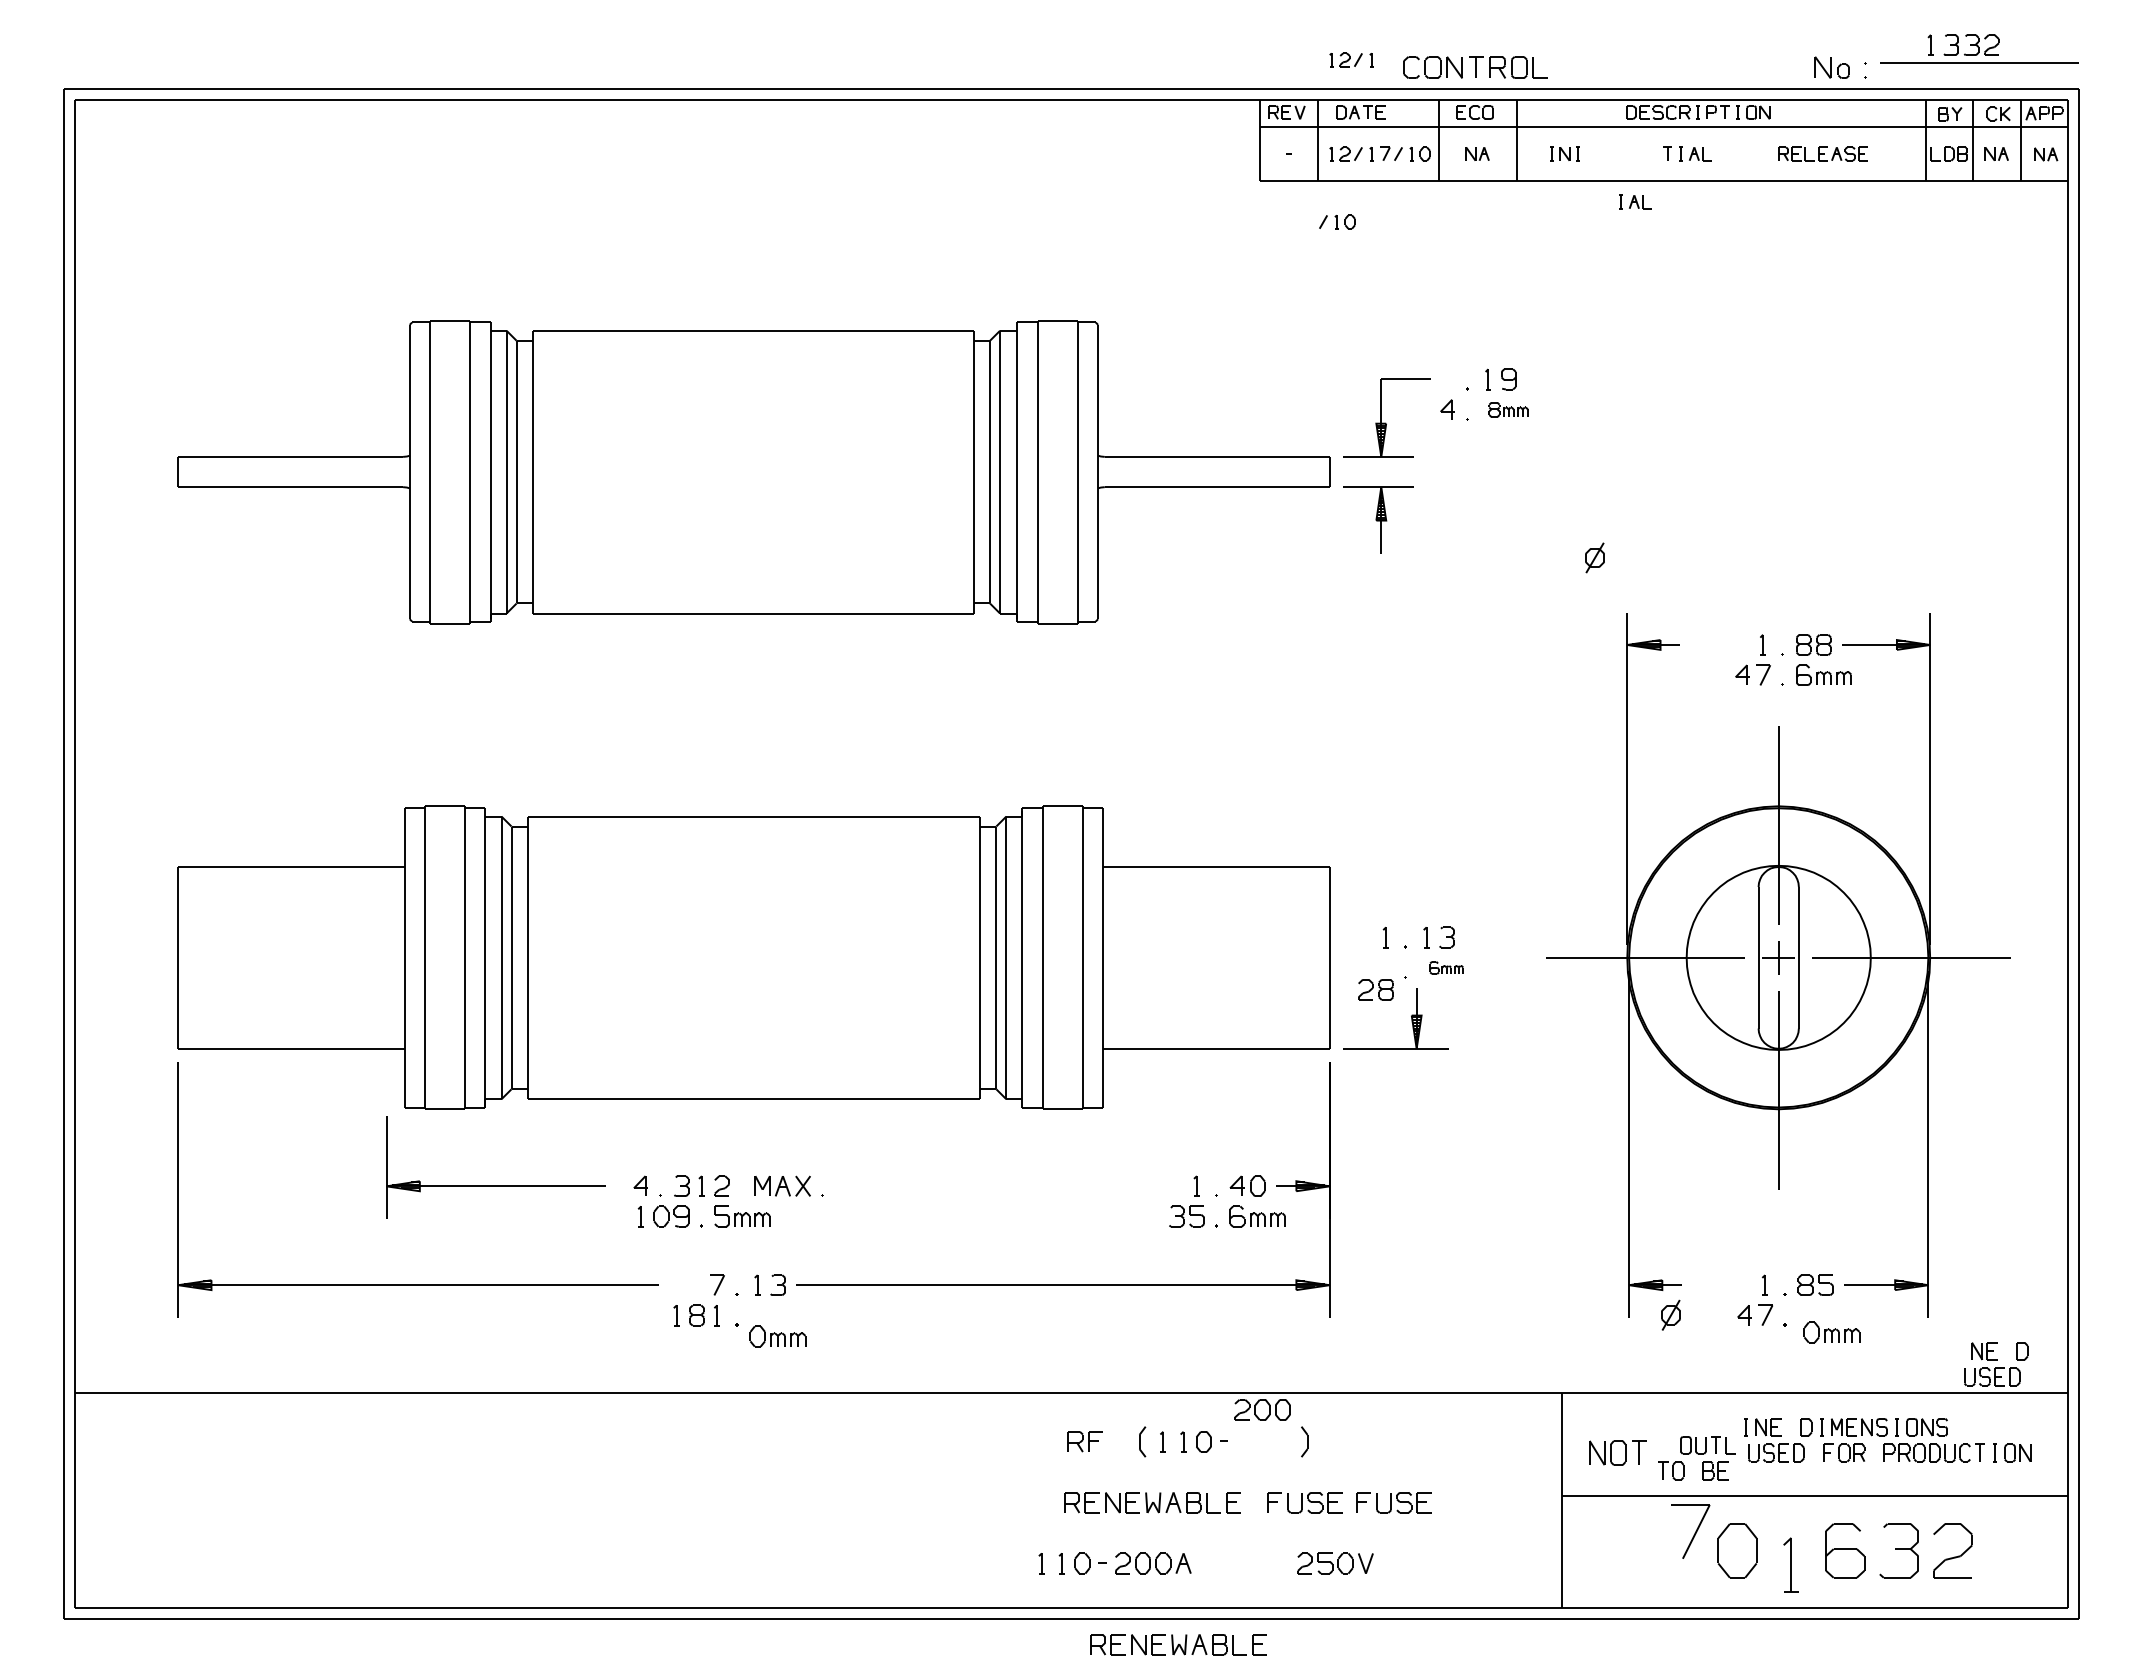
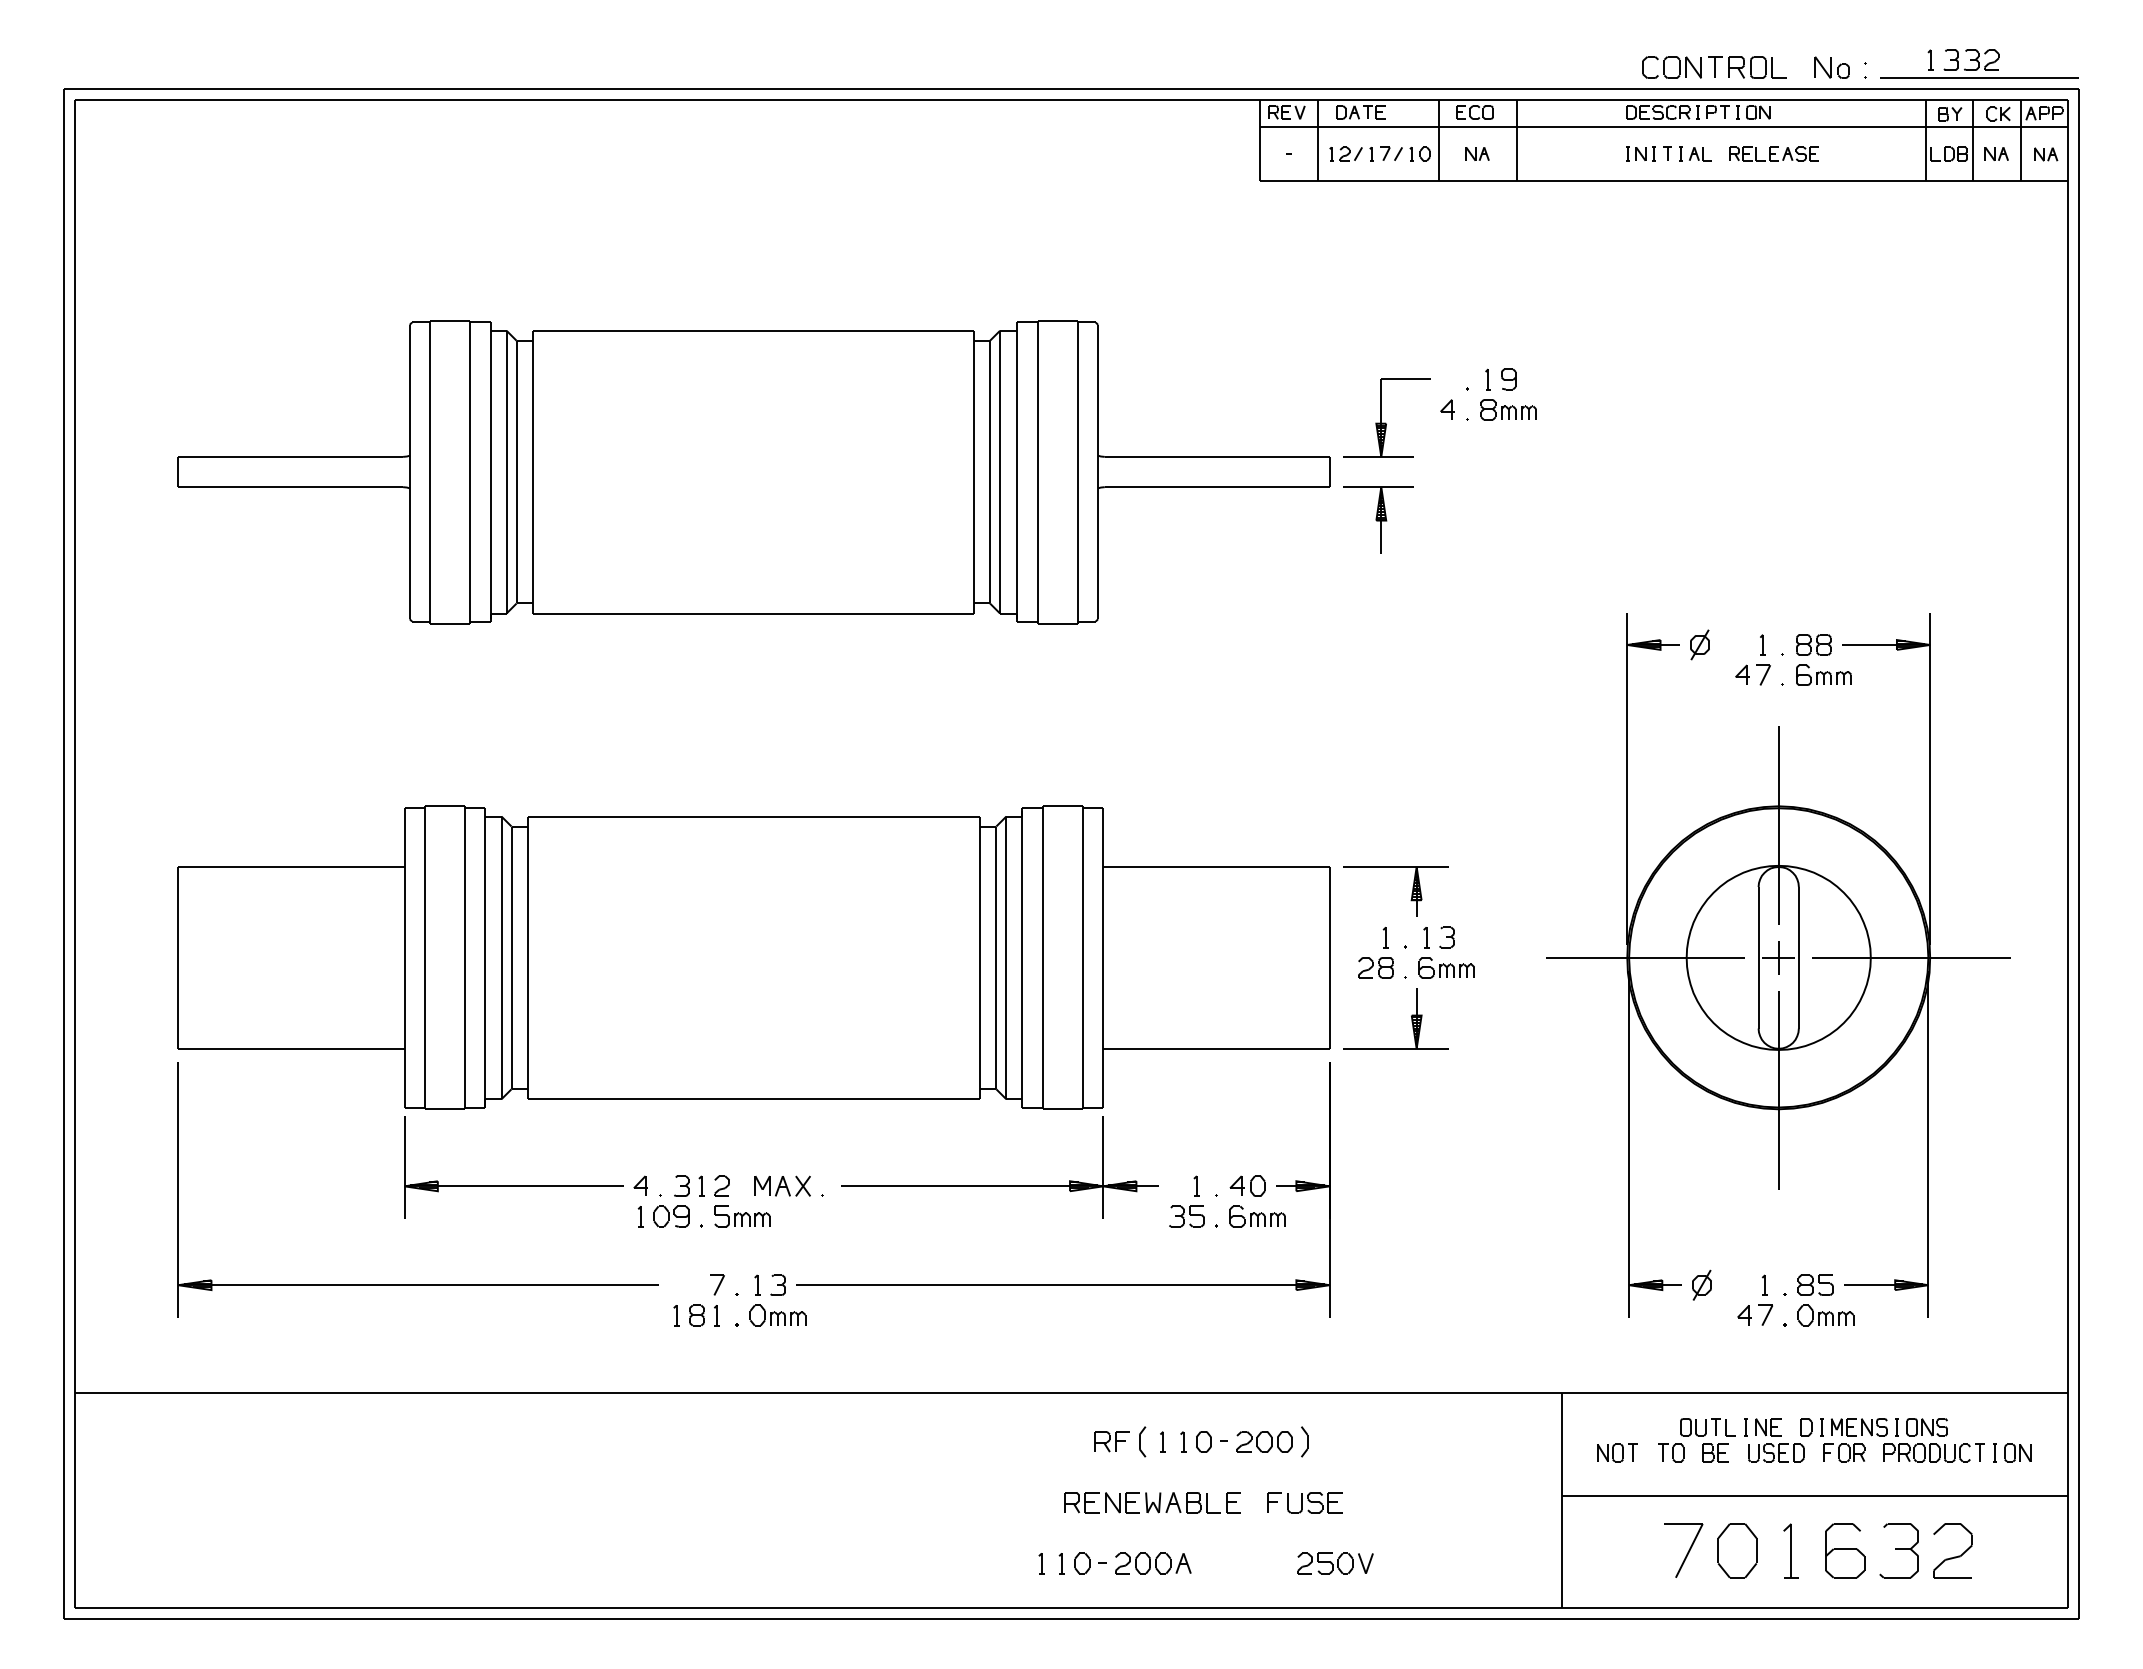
part at (1979, 48) position: (1979, 48) -> (1979, 63)
part at (1351, 59): present -> none
part at (1475, 67) position: (1475, 67) -> (1714, 67)
part at (1564, 153) position: (1564, 153) -> (1640, 153)
part at (1822, 153) position: (1822, 153) -> (1773, 153)
part at (1635, 201): present -> none
part at (1337, 221): present -> none
part at (1508, 409) size: 41x16 px -> 57x22 px
part at (1594, 557) position: (1594, 557) -> (1699, 644)
part at (1411, 893): none -> present
part at (1446, 967) size: 35x14 px -> 57x22 px
part at (1375, 989) position: (1375, 989) -> (1375, 967)
part at (495, 1185) position: (495, 1185) -> (513, 1185)
part at (999, 1185): none -> present
part at (1670, 1314) position: (1670, 1314) -> (1701, 1284)
part at (1831, 1332) position: (1831, 1332) -> (1825, 1315)
part at (777, 1336) position: (777, 1336) -> (777, 1315)
part at (1996, 1364): present -> none
part at (1262, 1409) position: (1262, 1409) -> (1264, 1441)
part at (1084, 1441) position: (1084, 1441) -> (1111, 1441)
part at (1617, 1452) size: 58x26 px -> 41x20 px
part at (1696, 1458) position: (1696, 1458) -> (1696, 1440)
part at (1393, 1502): present -> none
part at (1690, 1531) position: (1690, 1531) -> (1683, 1550)
part at (1790, 1564) position: (1790, 1564) -> (1790, 1550)
part at (1178, 1644): present -> none
